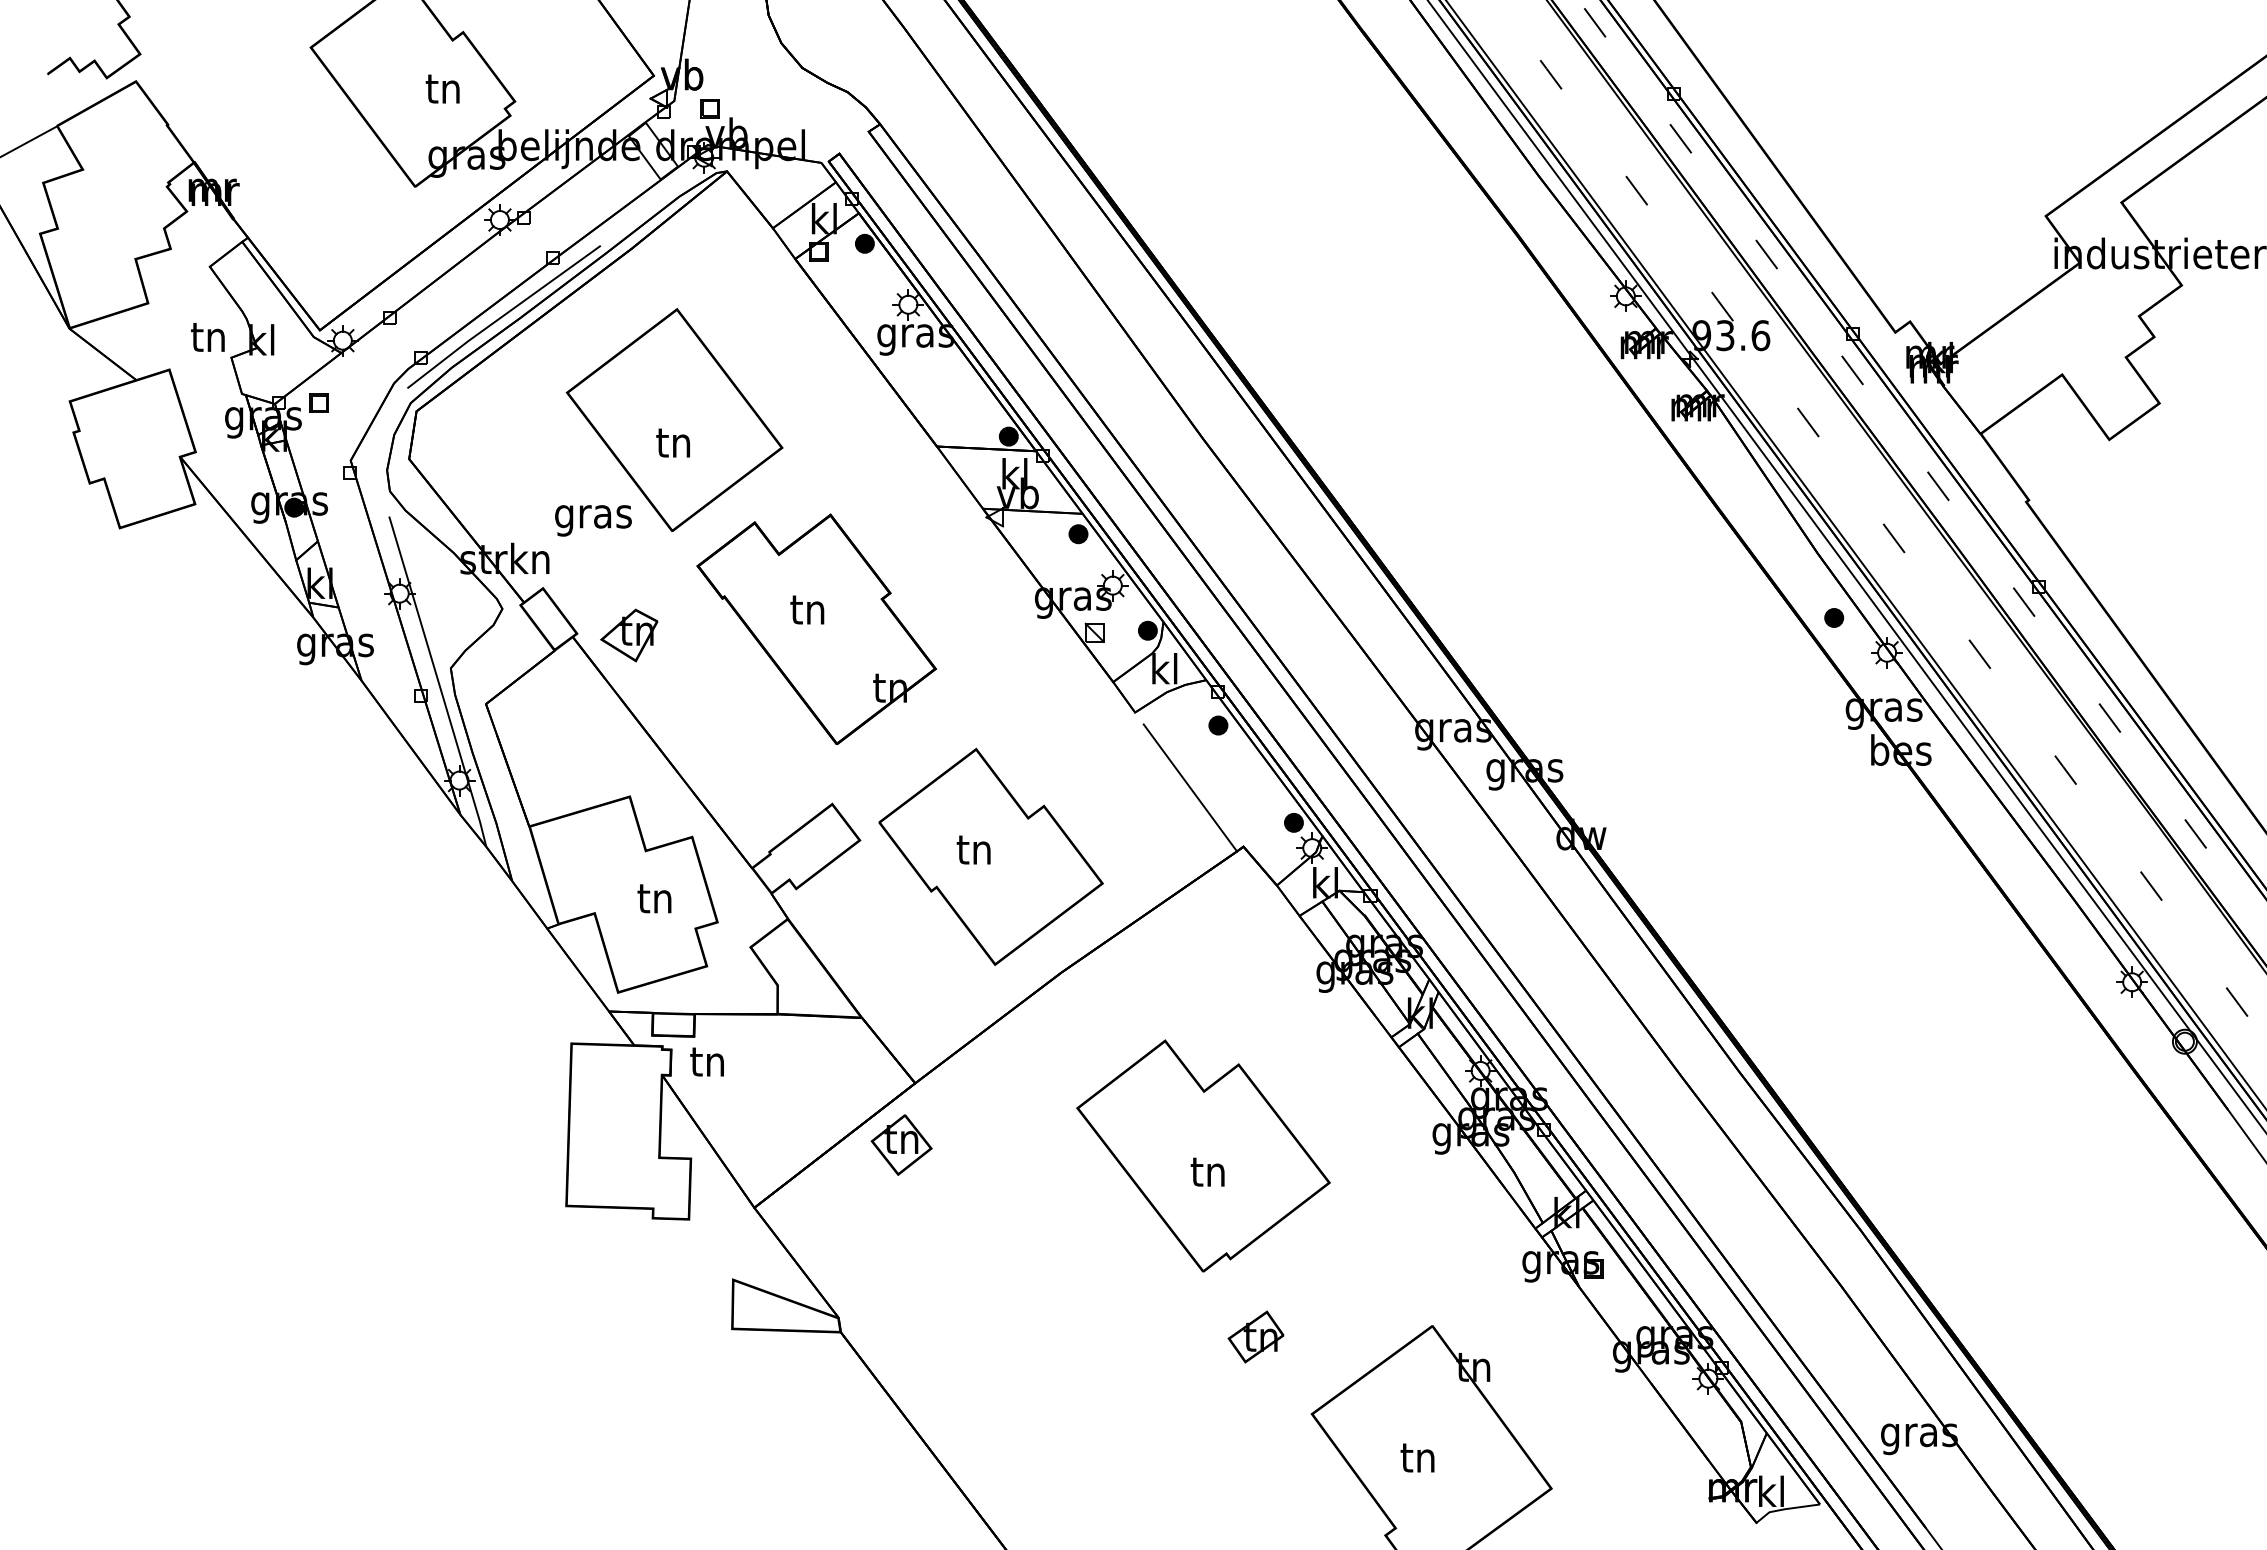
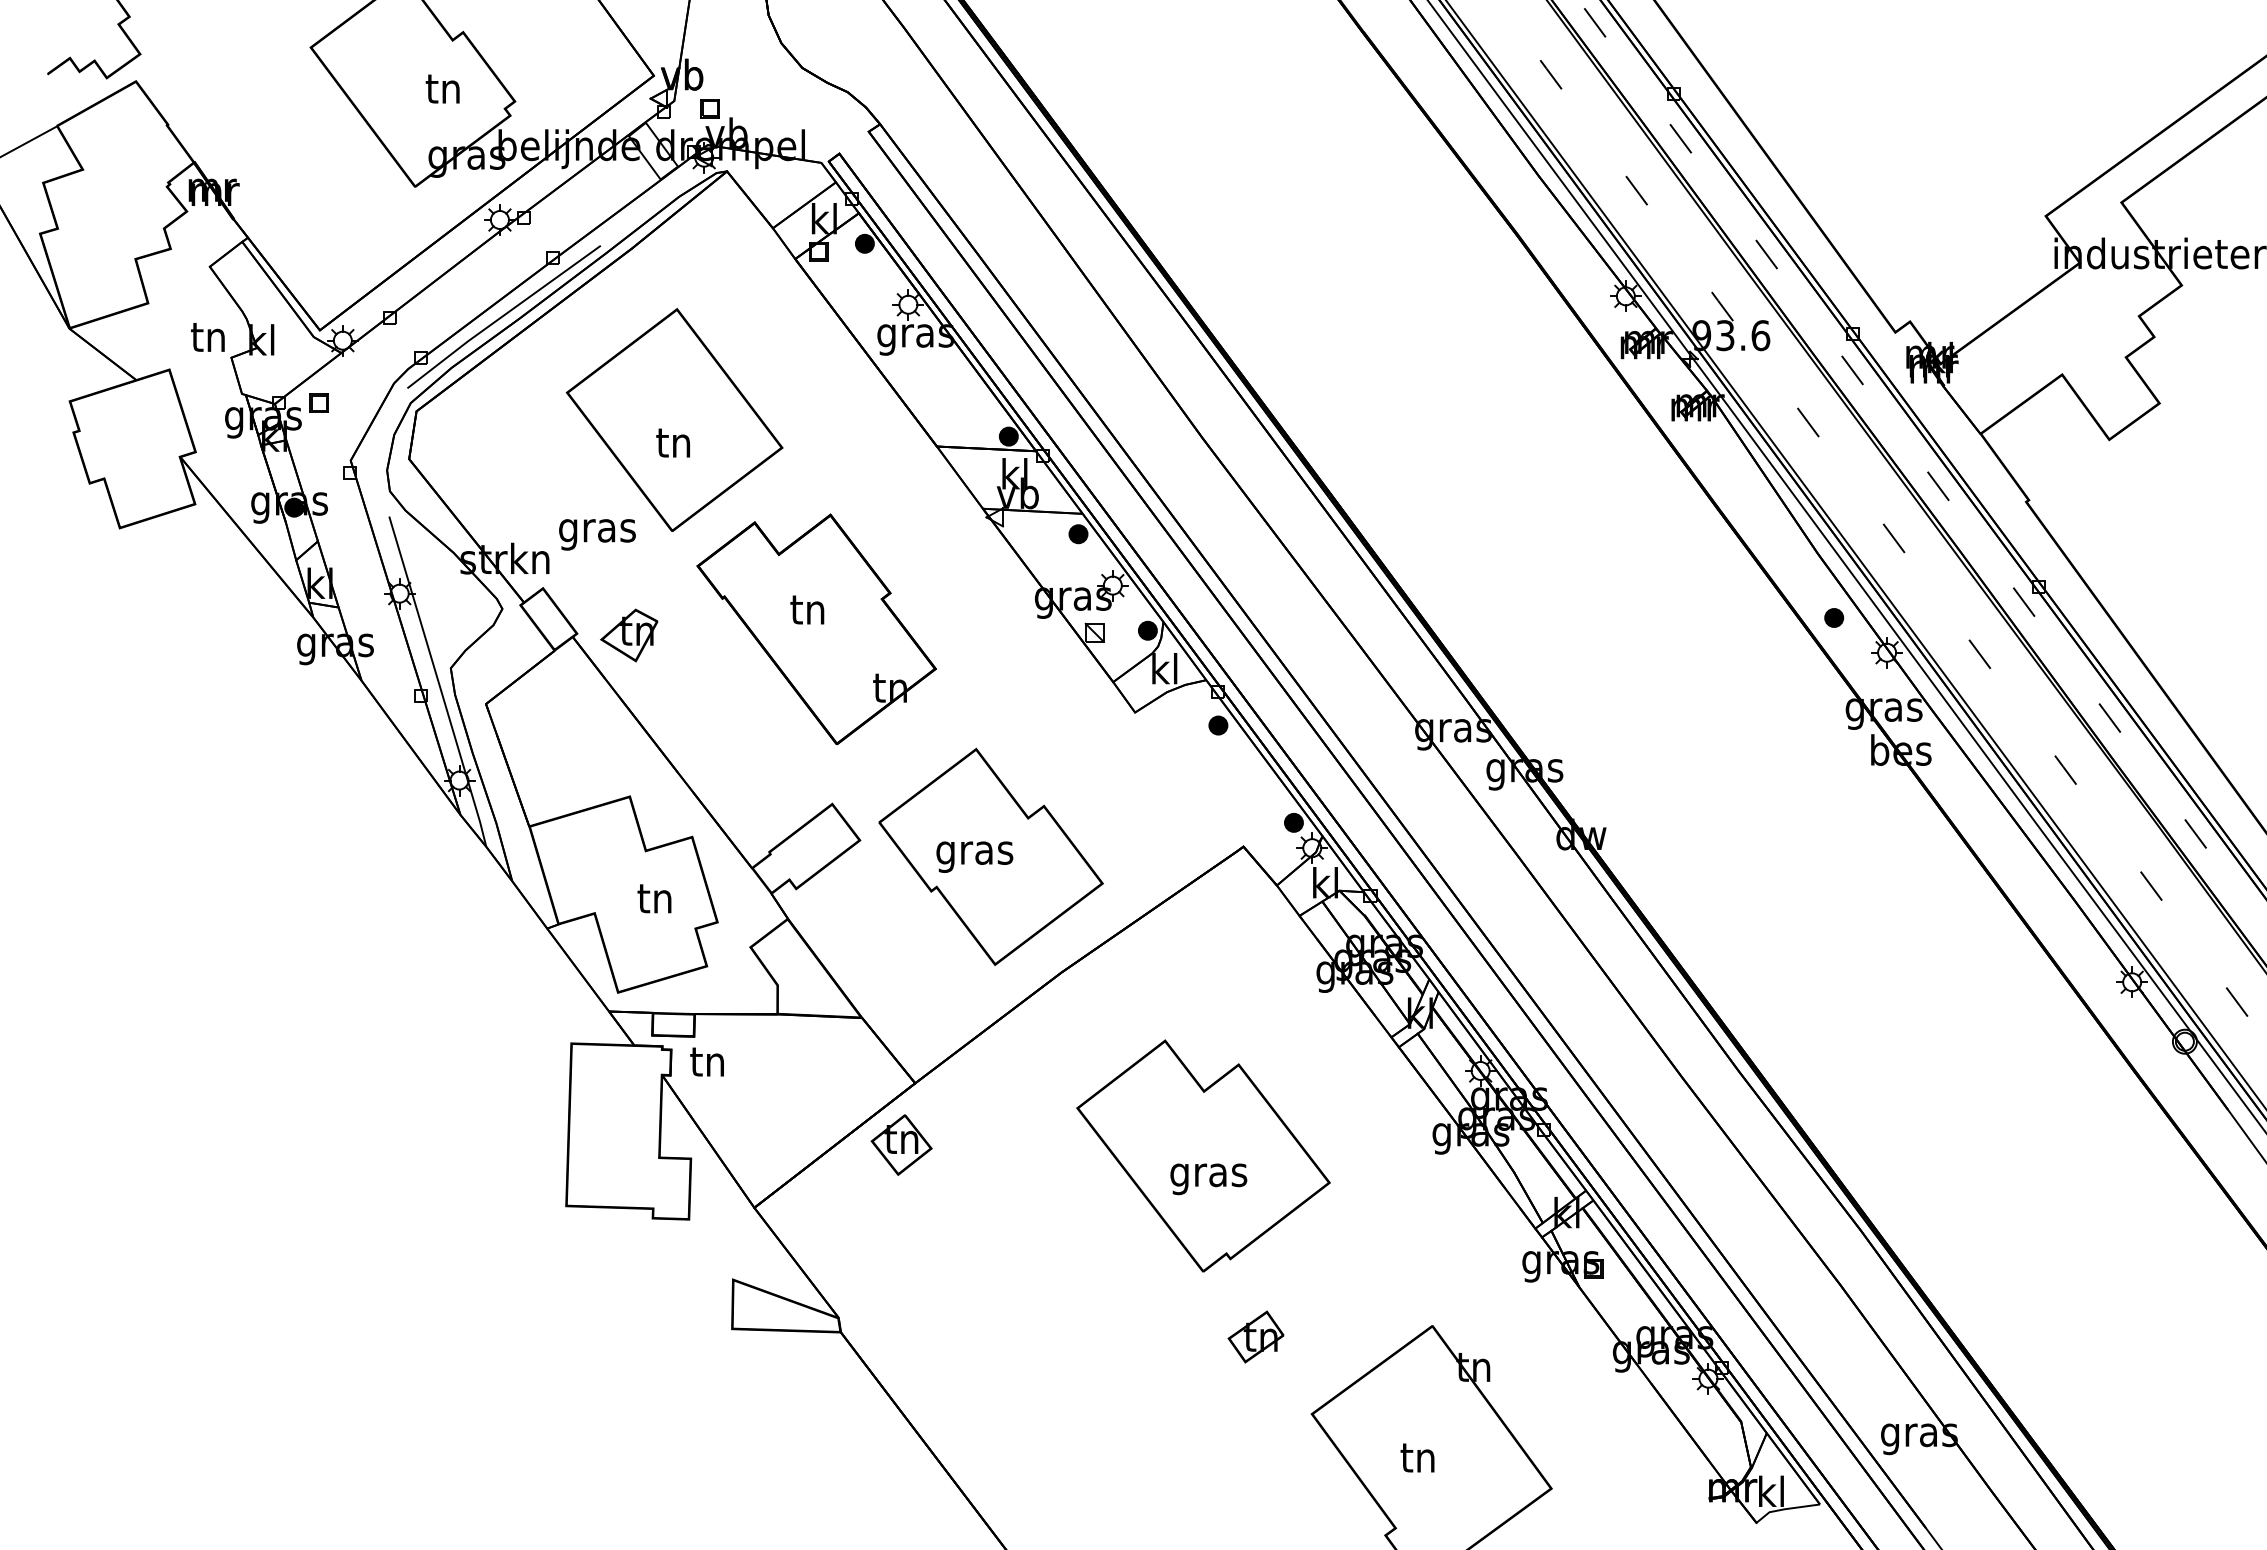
text at (593, 520) position: (593, 520) -> (597, 534)
line at (1190, 787): present -> none
text at (974, 853): tn -> gras
text at (1208, 1176): tn -> gras
